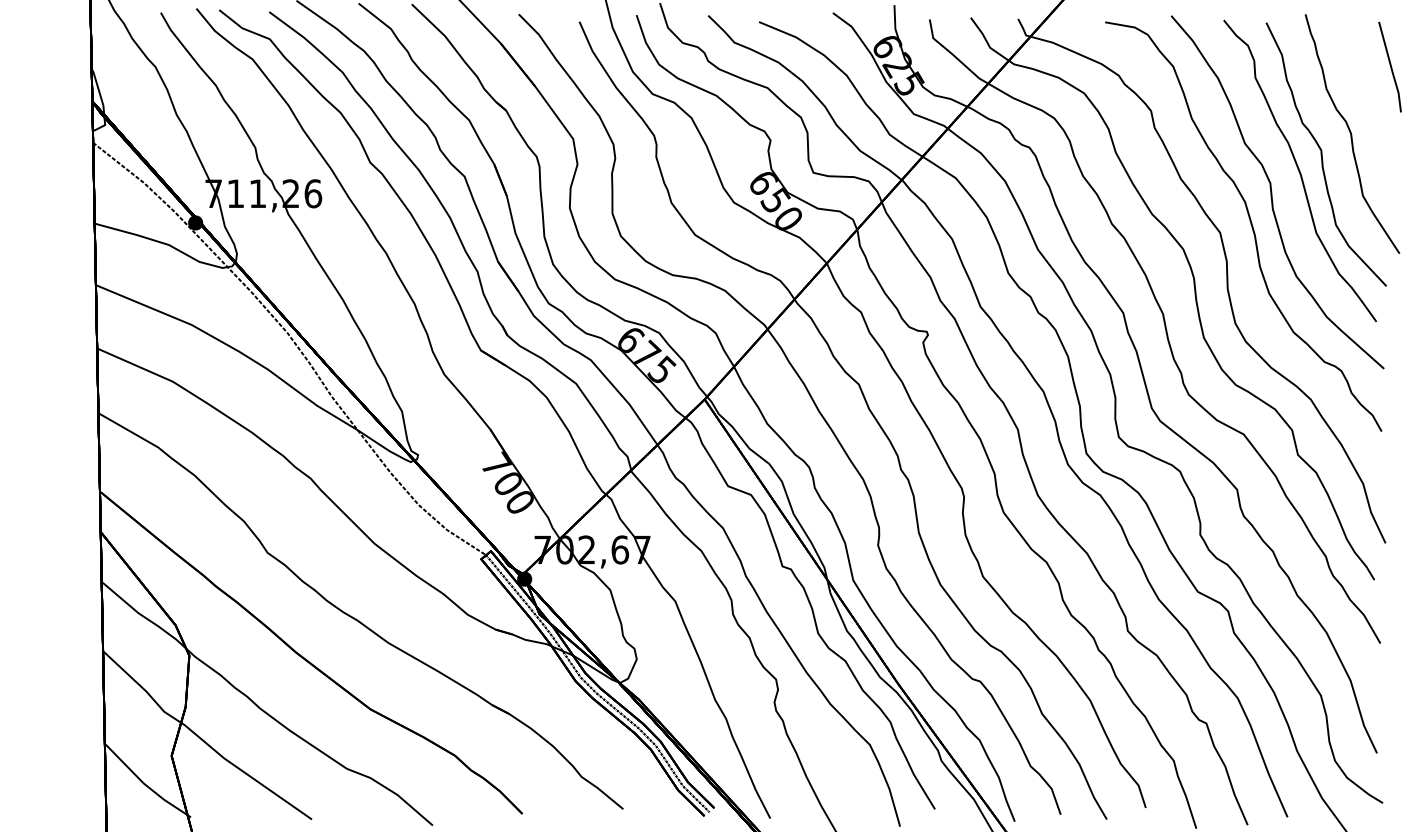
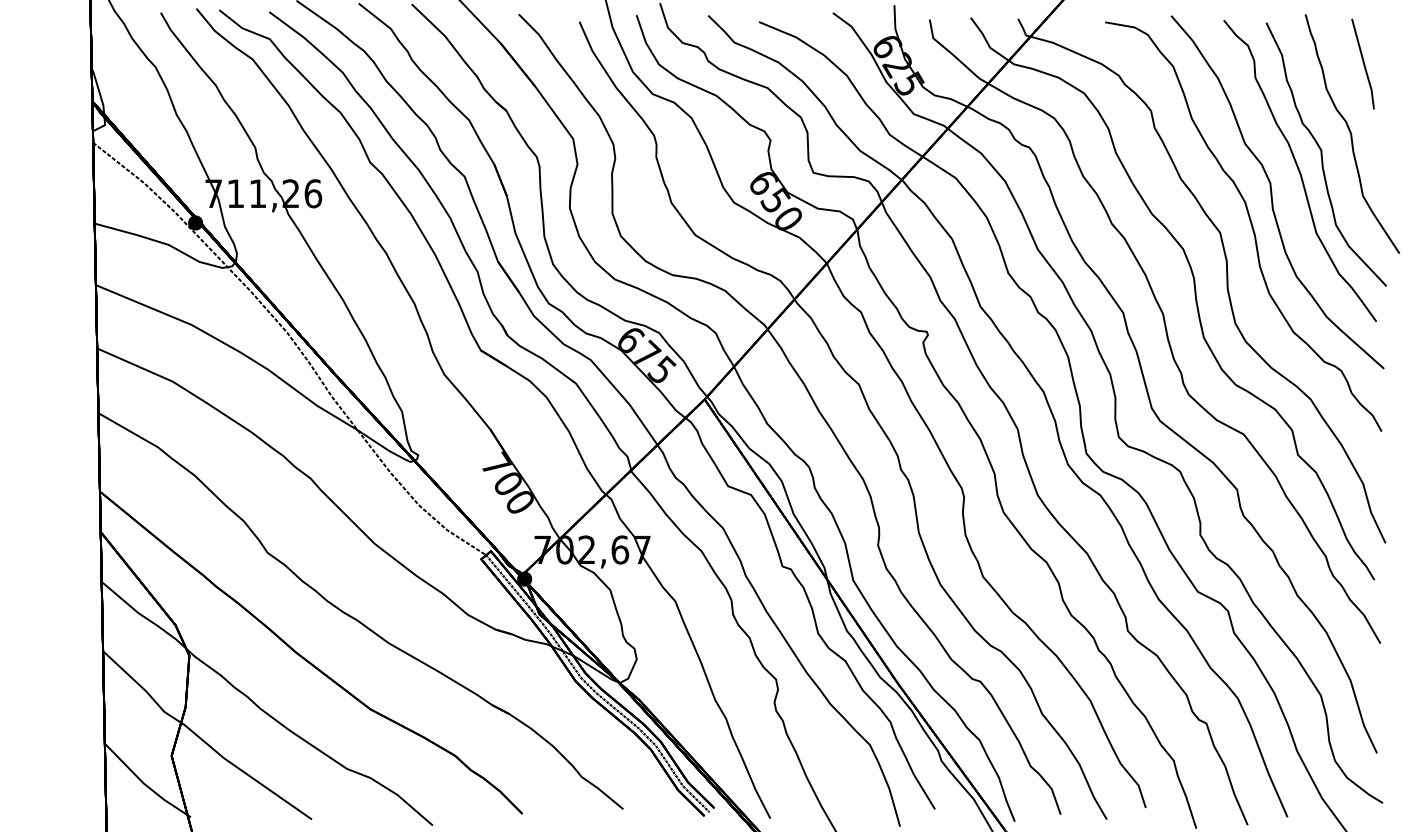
line at (1389, 65) position: (1389, 65) -> (1362, 62)
